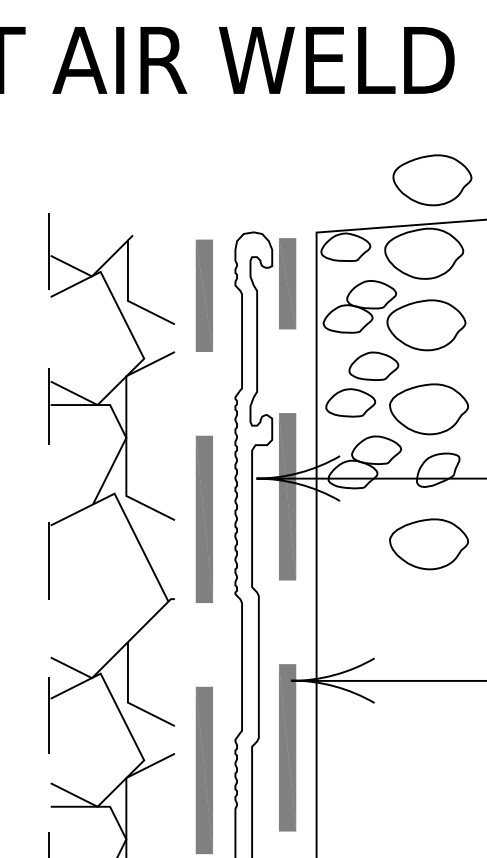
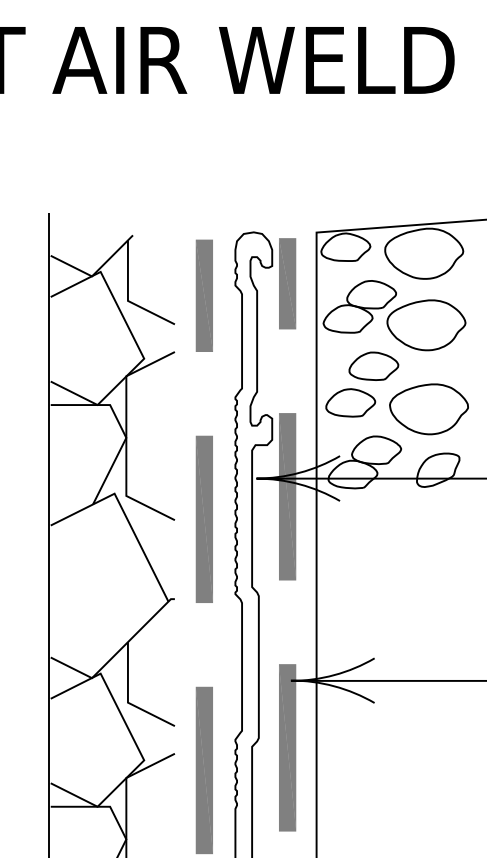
part at (432, 180): present -> none
line at (48, 535): dashed -> solid
part at (428, 544): present -> none
